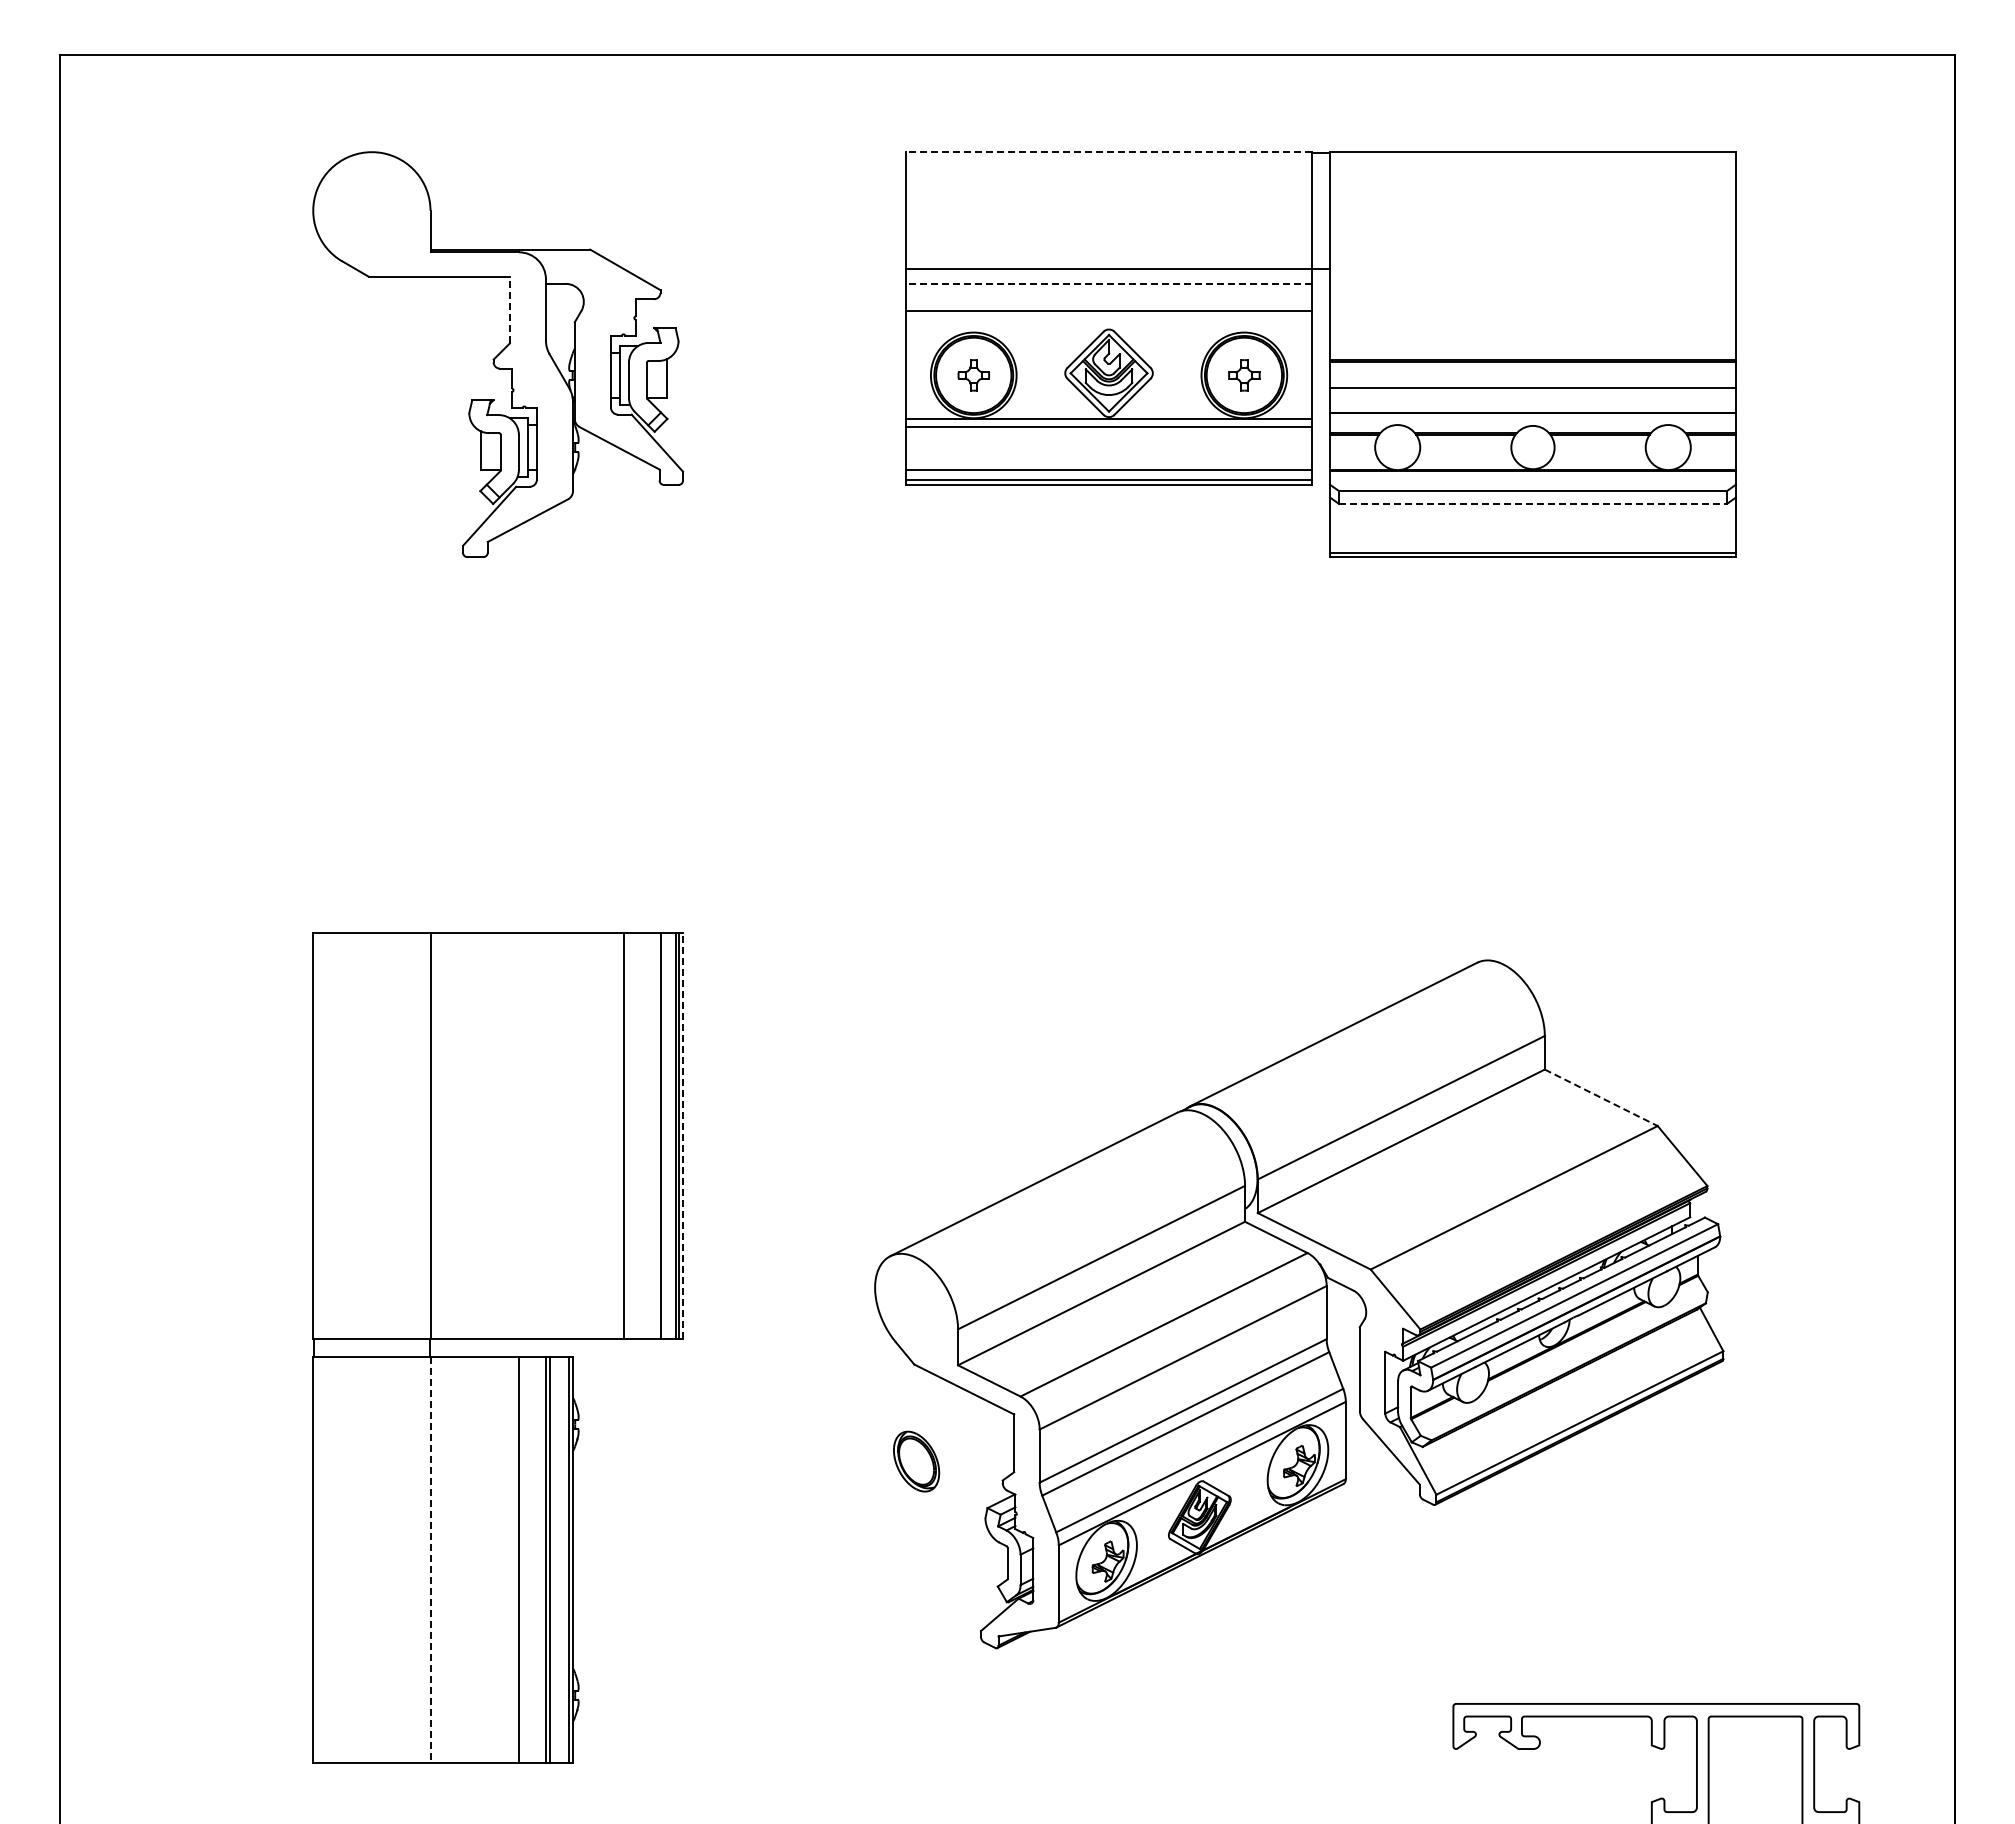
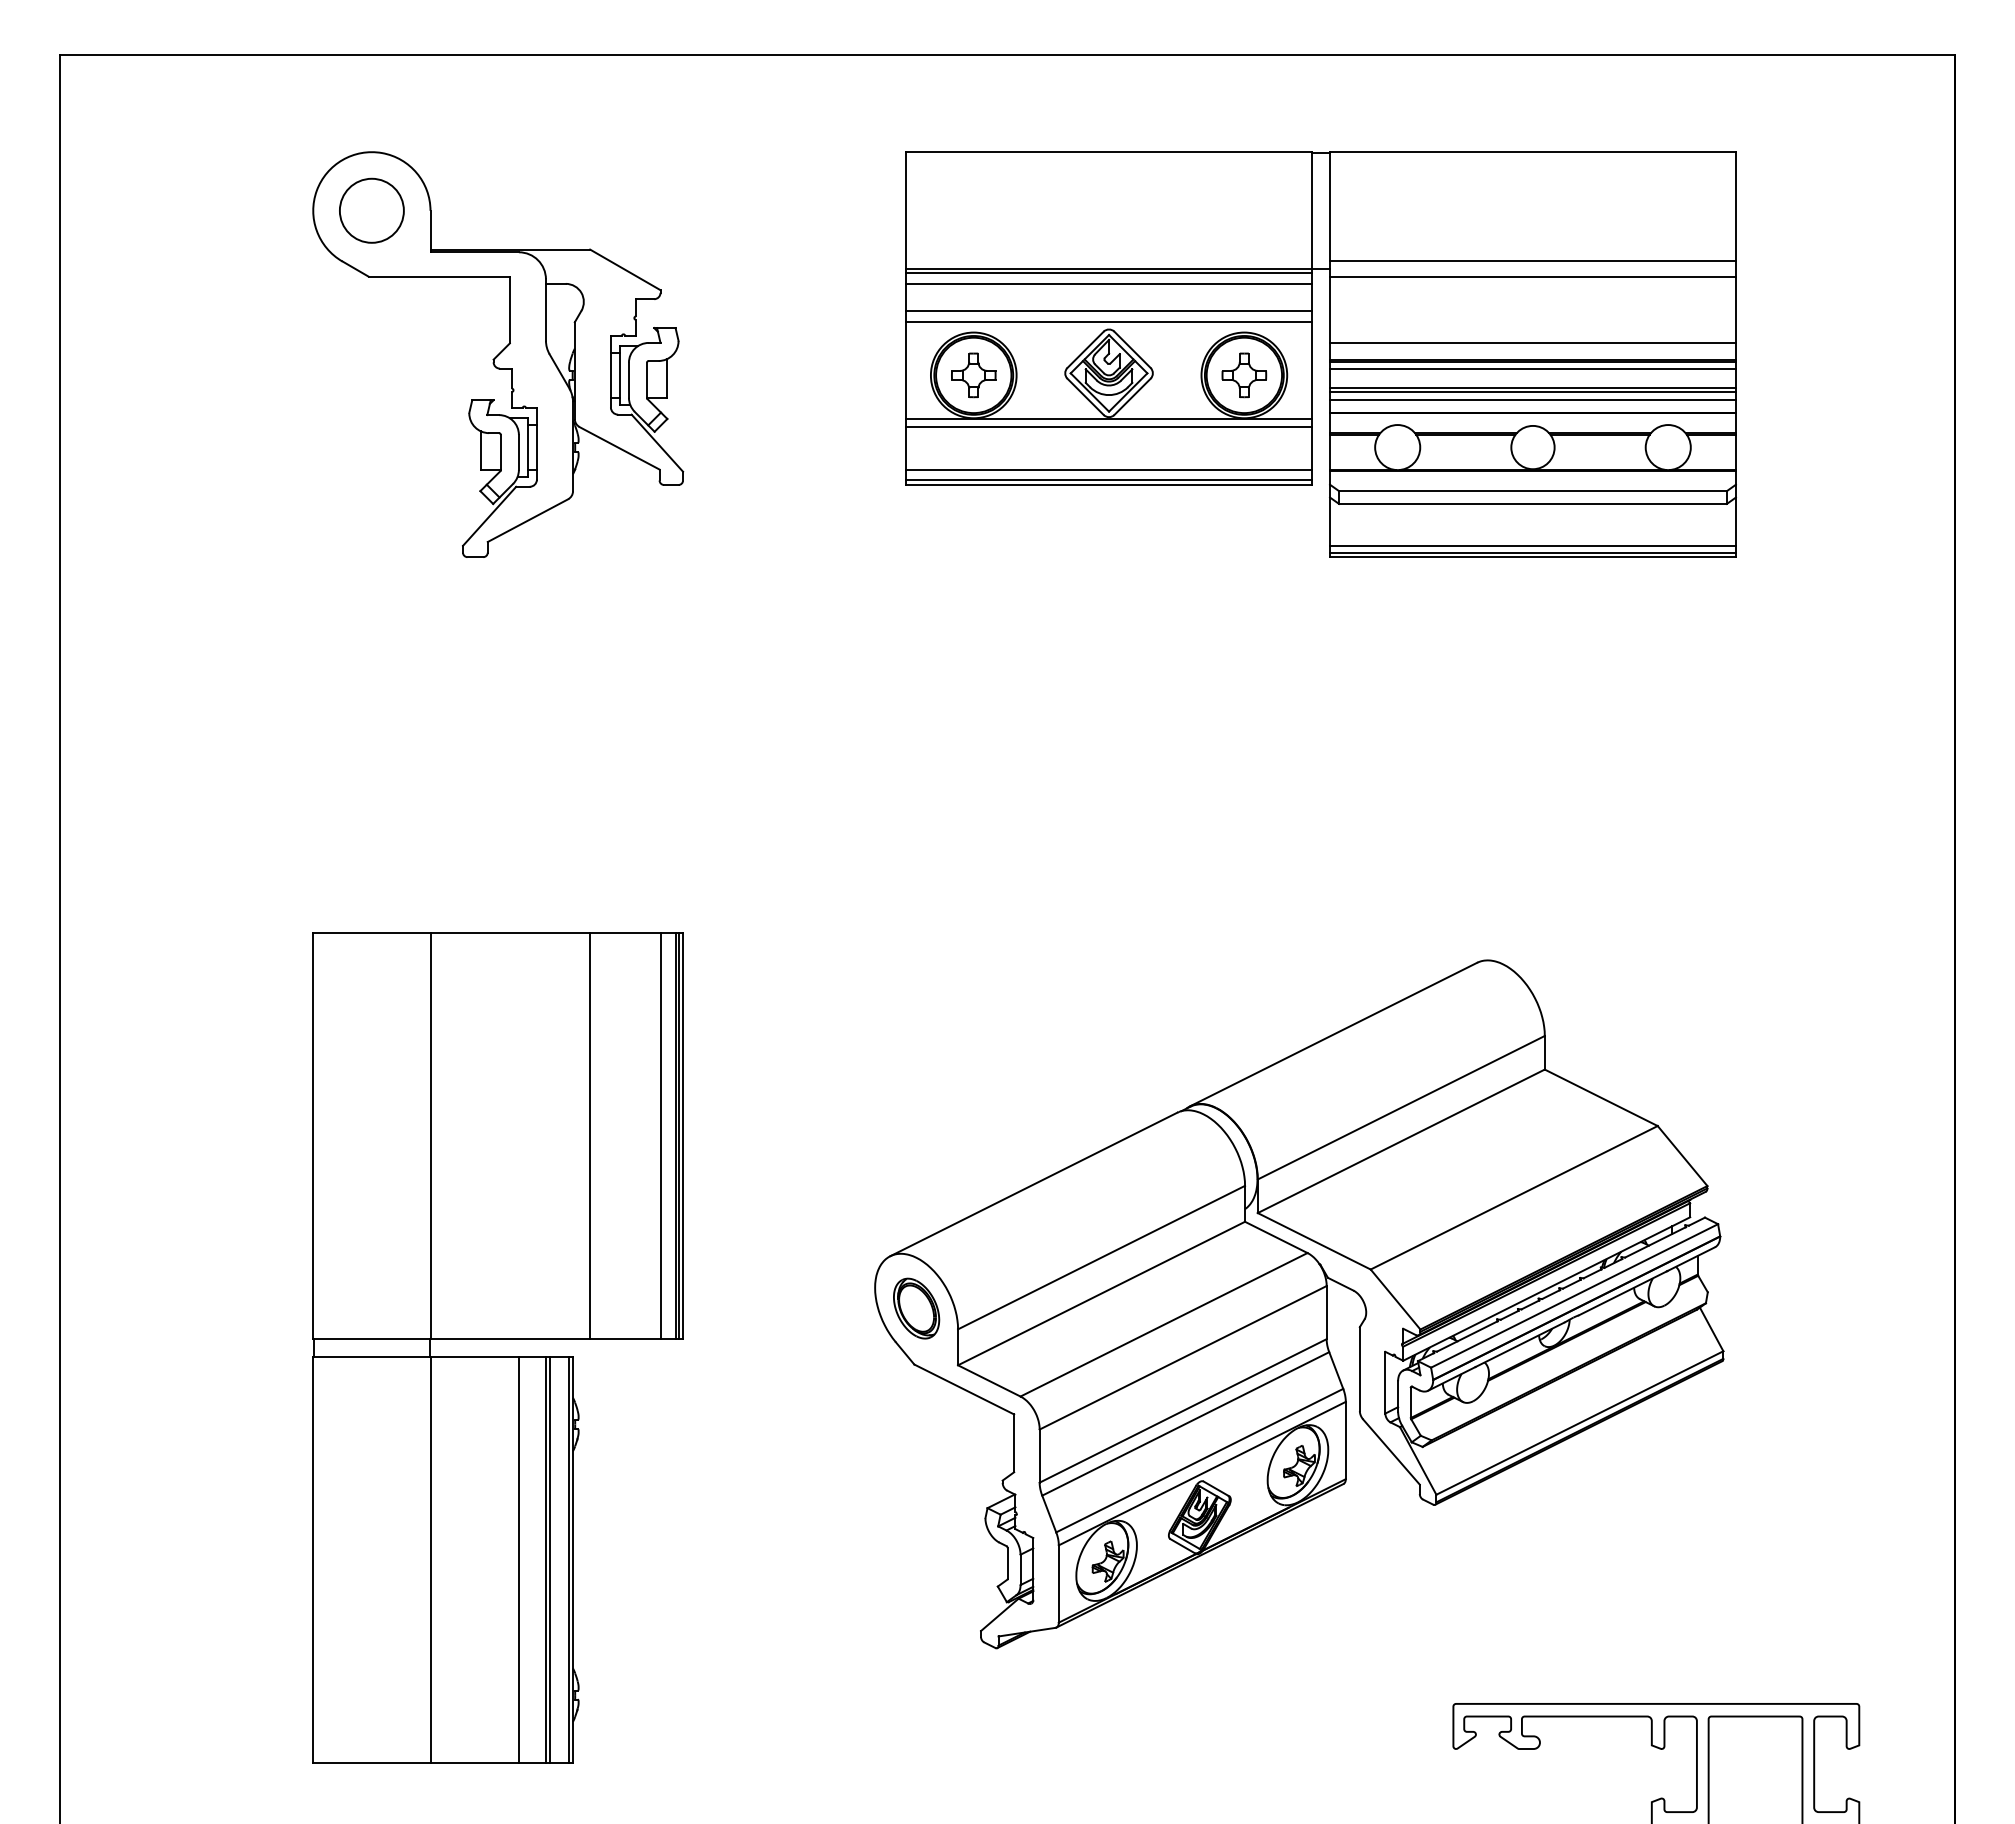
line at (1109, 152): dashed -> solid
circle at (371, 210): none -> present
line at (1532, 261): none -> present
line at (1109, 273): none -> present
line at (1532, 276): none -> present
line at (1109, 283): dashed -> solid
line at (509, 309): dashed -> solid
line at (1109, 322): none -> present
line at (1532, 343): none -> present
line at (1532, 368): none -> present
part at (973, 375) size: 33x33 px -> 46x47 px
part at (1244, 375) size: 33x33 px -> 47x47 px
line at (1532, 392): none -> present
line at (1532, 400): none -> present
line at (1532, 503): dashed -> solid
line at (1532, 545): none -> present
line at (1601, 1098): dashed -> solid
line at (624, 1135) position: (624, 1135) -> (590, 1135)
line at (683, 1135): dashed -> solid
part at (916, 1461) position: (916, 1461) -> (916, 1308)
line at (430, 1559): dashed -> solid
